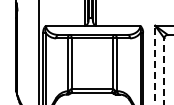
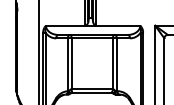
line at (155, 65): dashed -> solid
line at (164, 71): dashed -> solid
